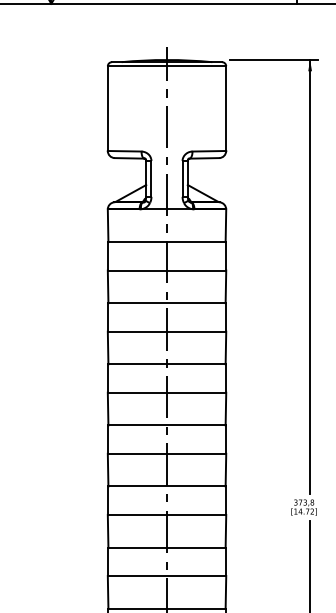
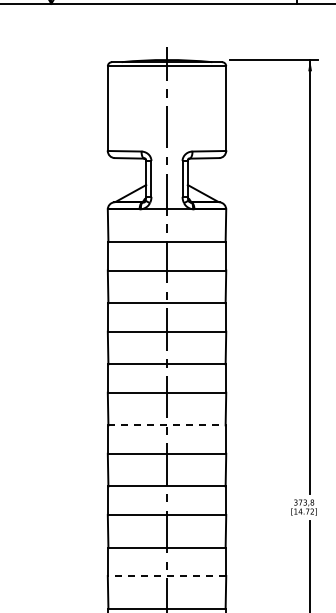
line at (167, 425): solid -> dashed
line at (166, 575): solid -> dashed
